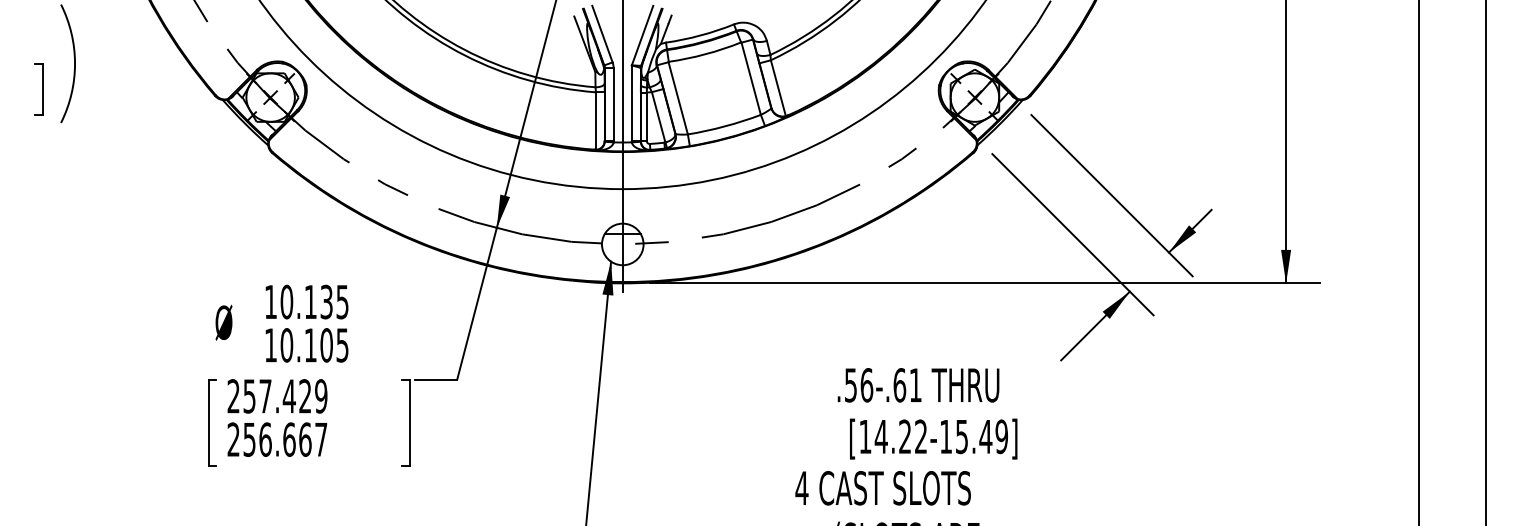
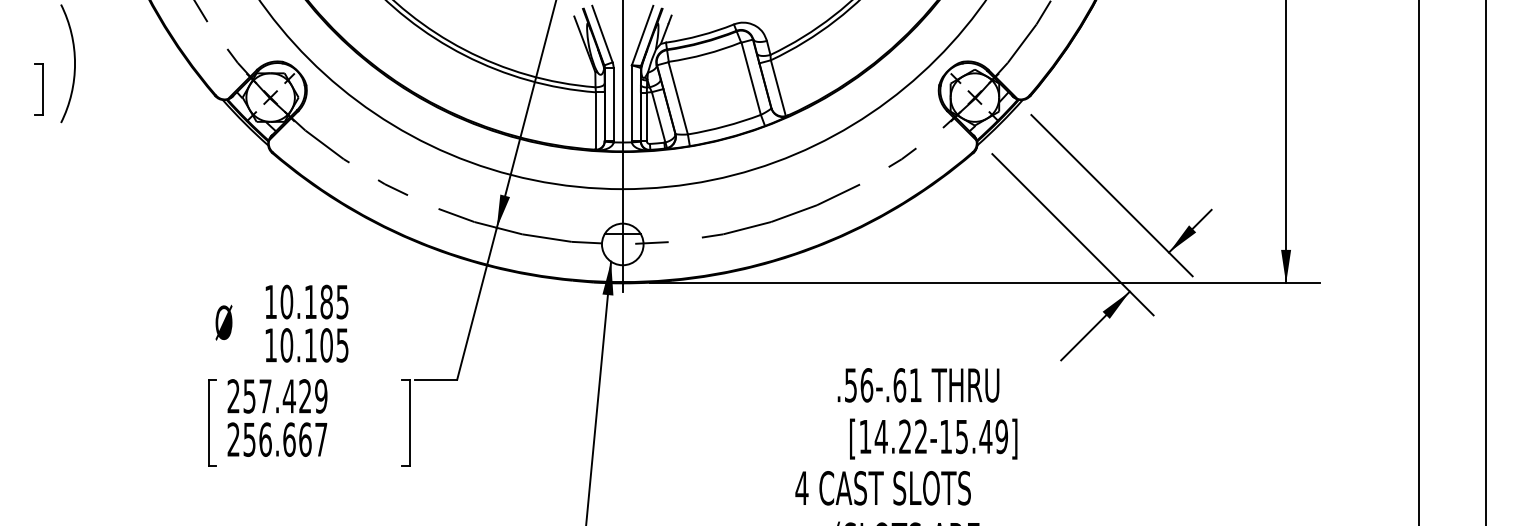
text at (326, 301): 10.135 -> 10.185
